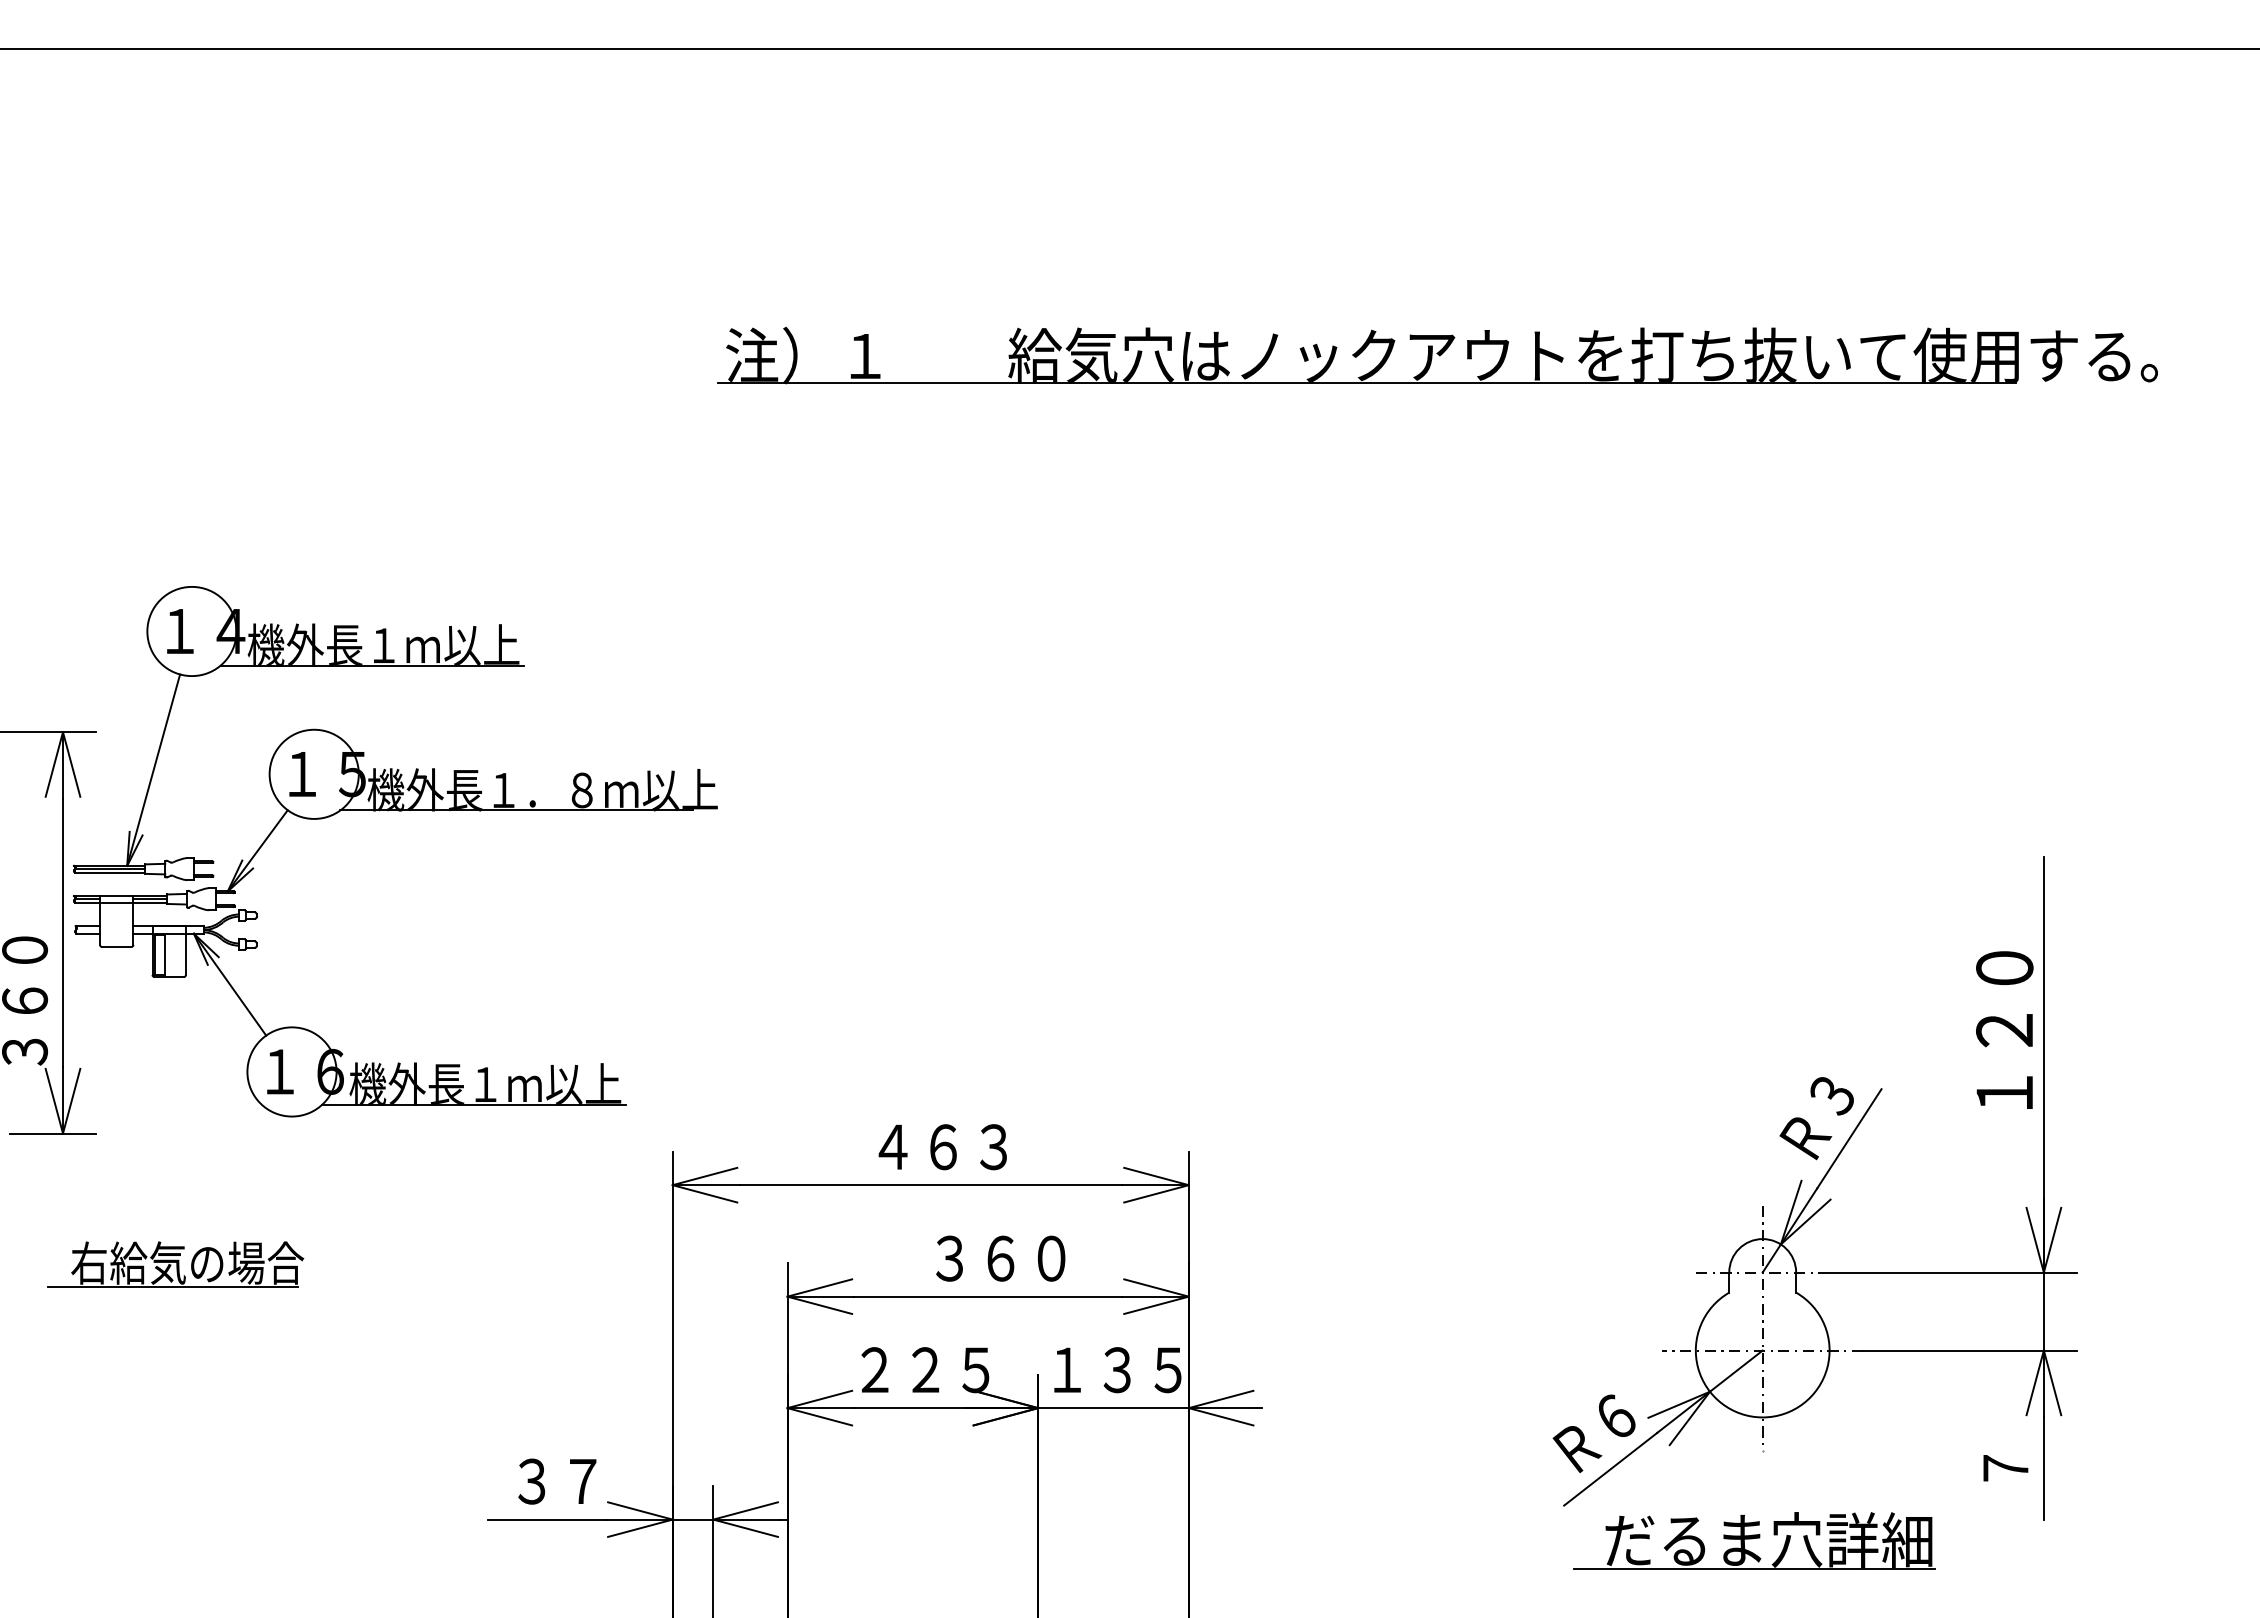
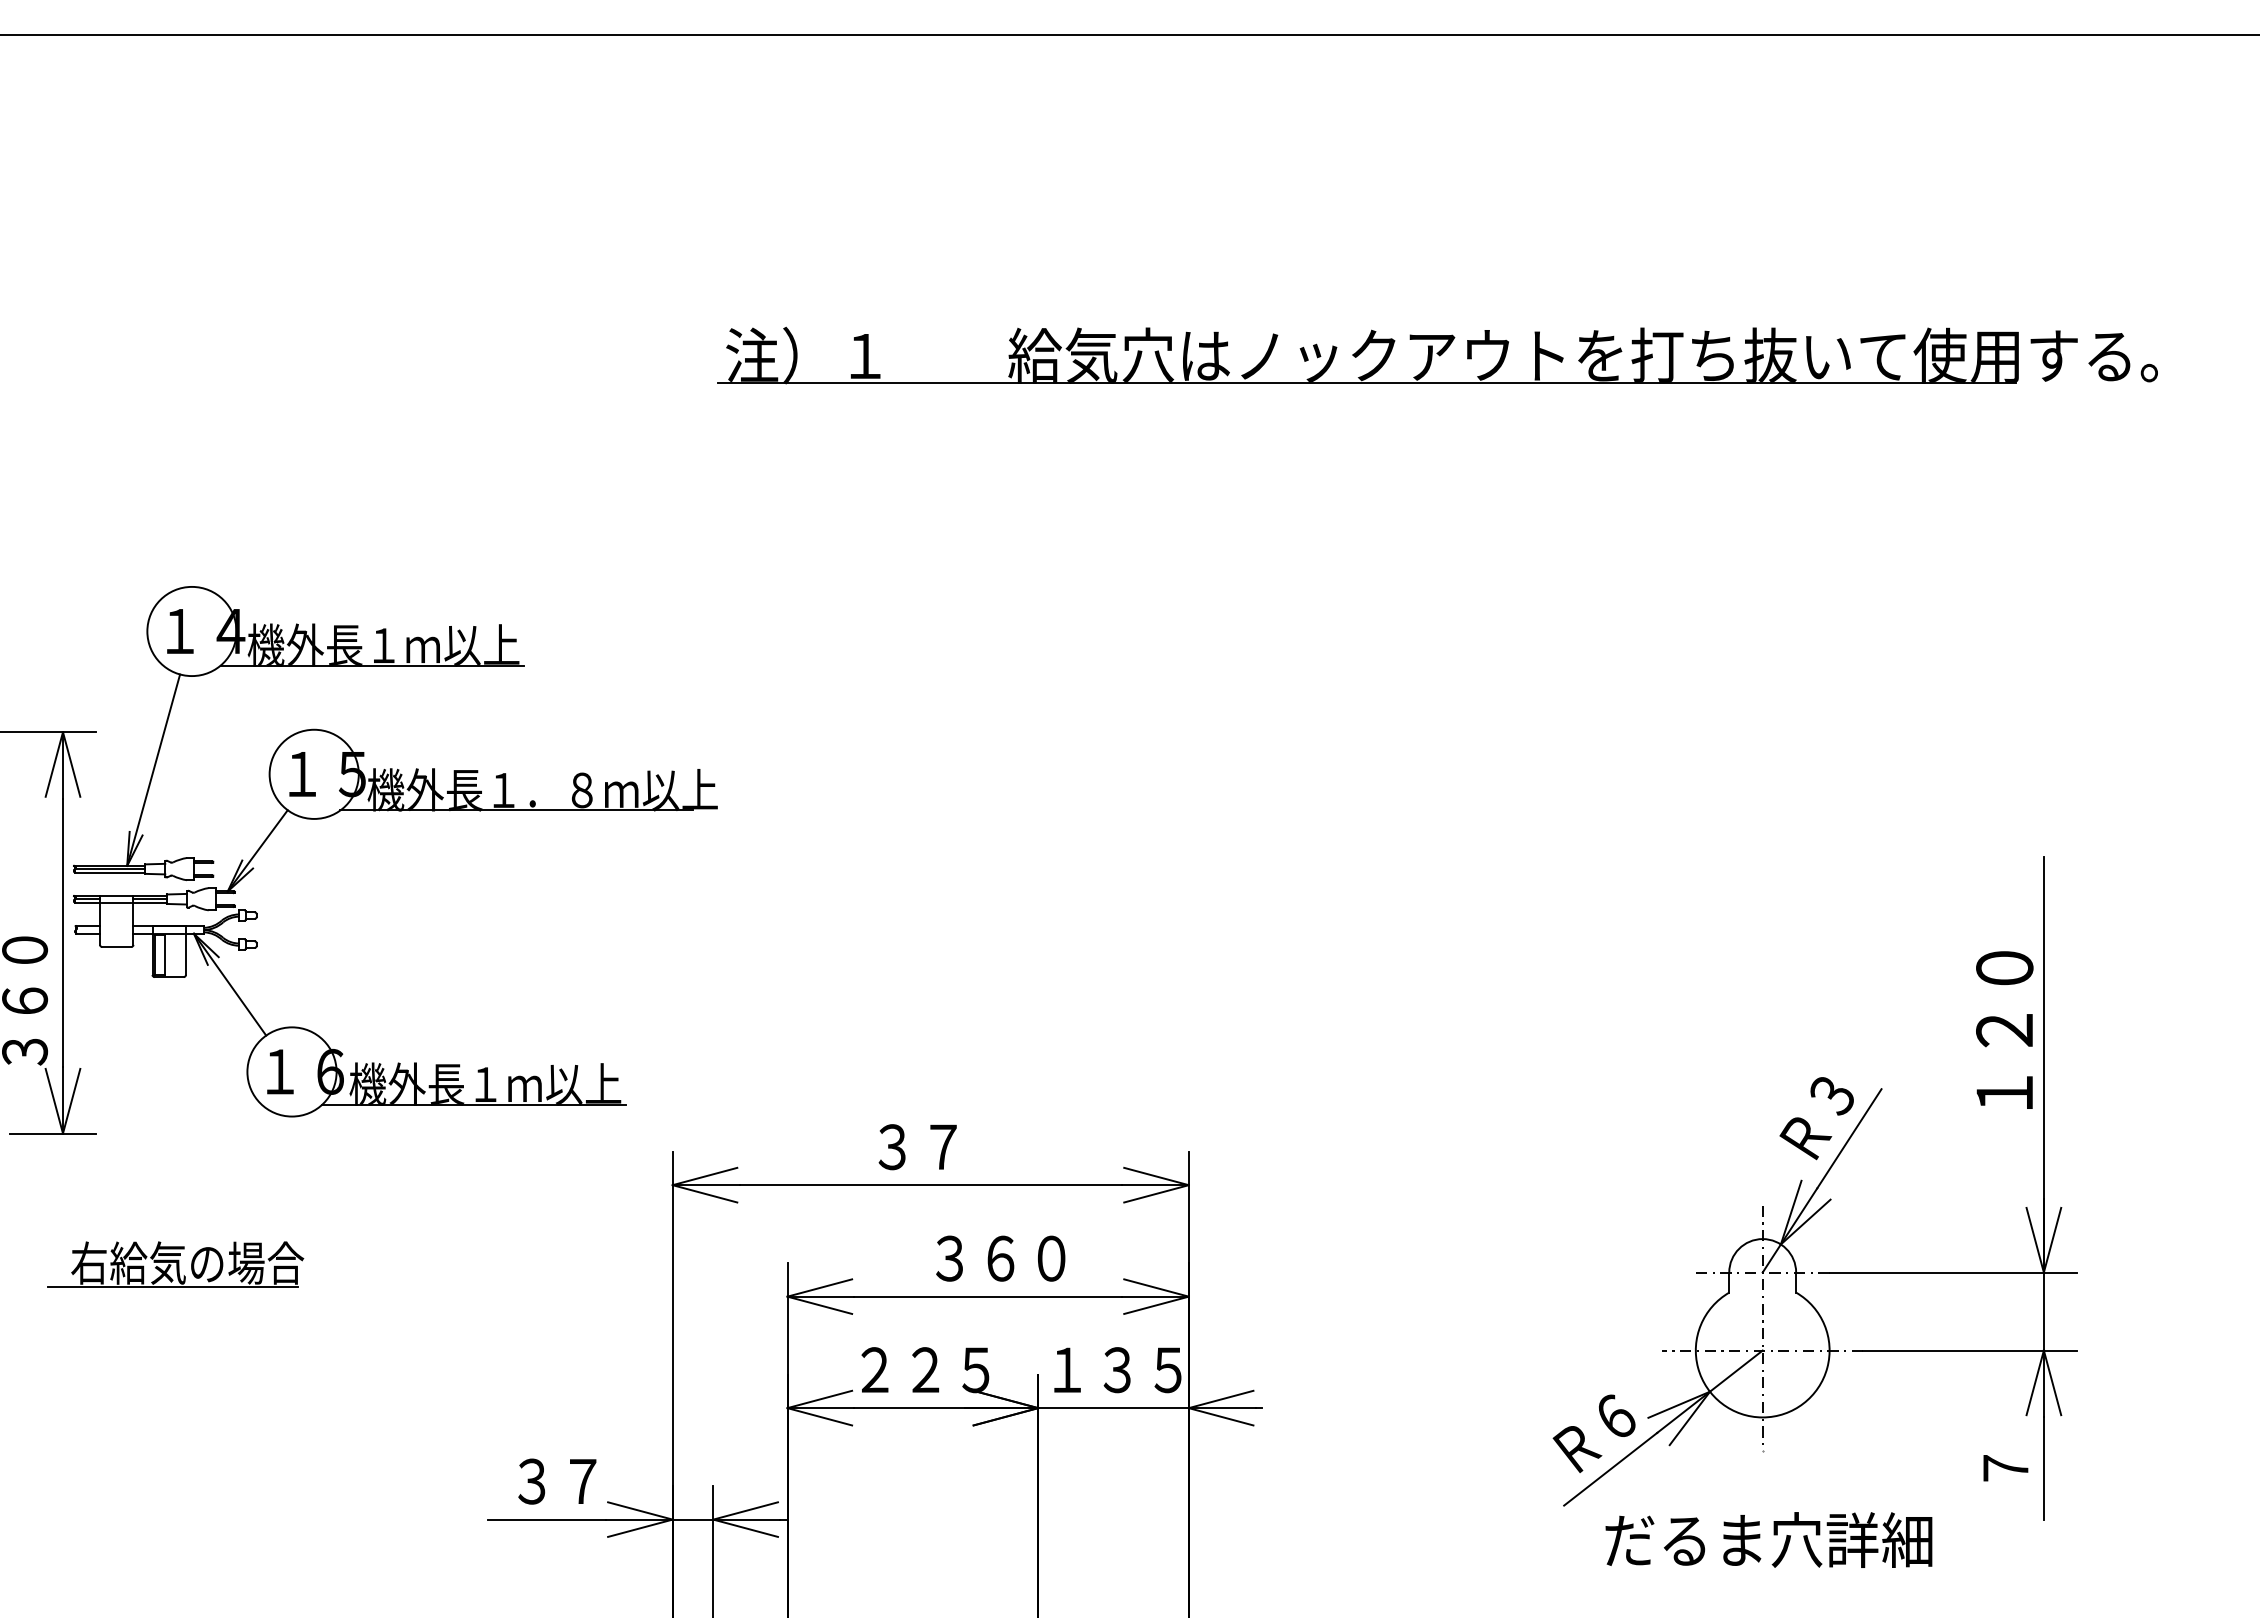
line at (1129, 48) position: (1129, 48) -> (1129, 34)
text at (942, 1147): ４６３ -> ３７
line at (1754, 1568): present -> none
